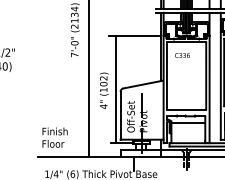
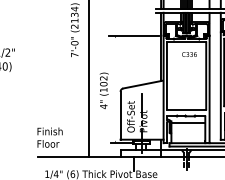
text at (182, 55) position: (182, 55) -> (189, 54)
line at (115, 89): present -> none
text at (54, 137) position: (54, 137) -> (49, 137)
